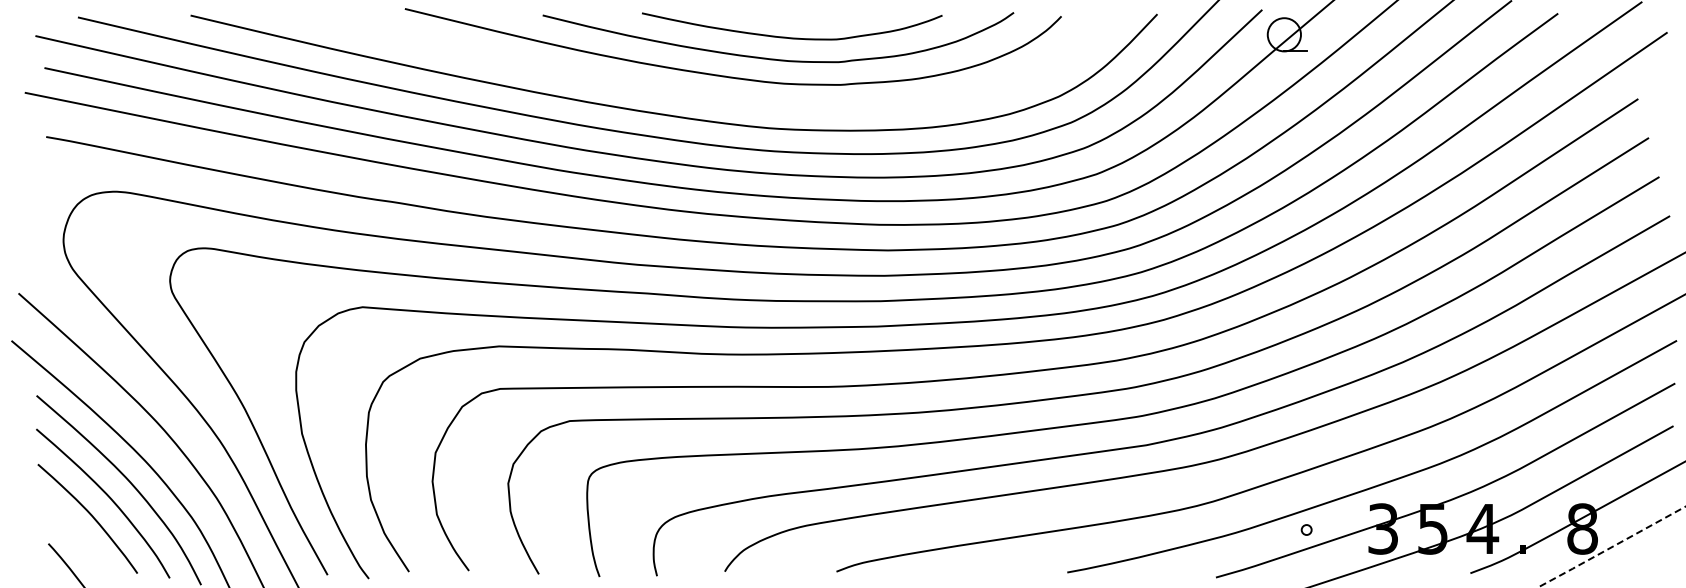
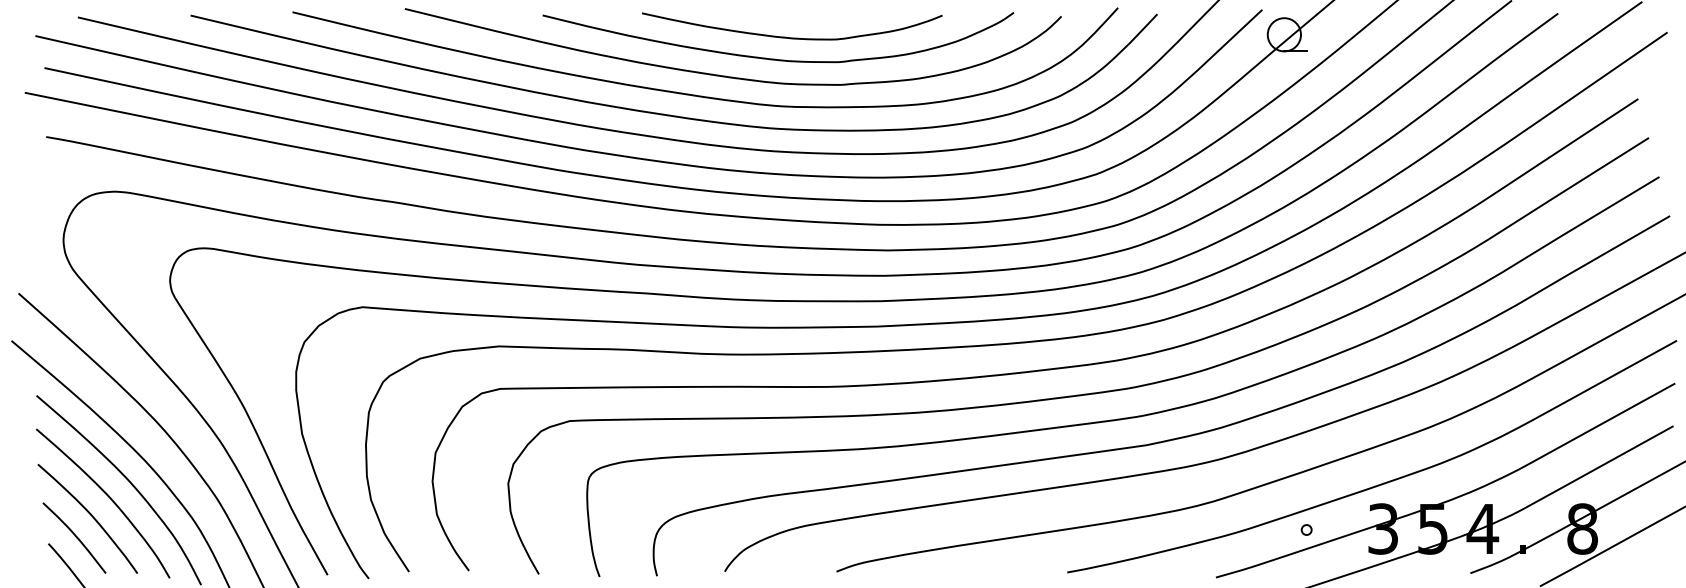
curve at (702, 95): none -> present
curve at (74, 536): none -> present
line at (1612, 547): dashed -> solid
